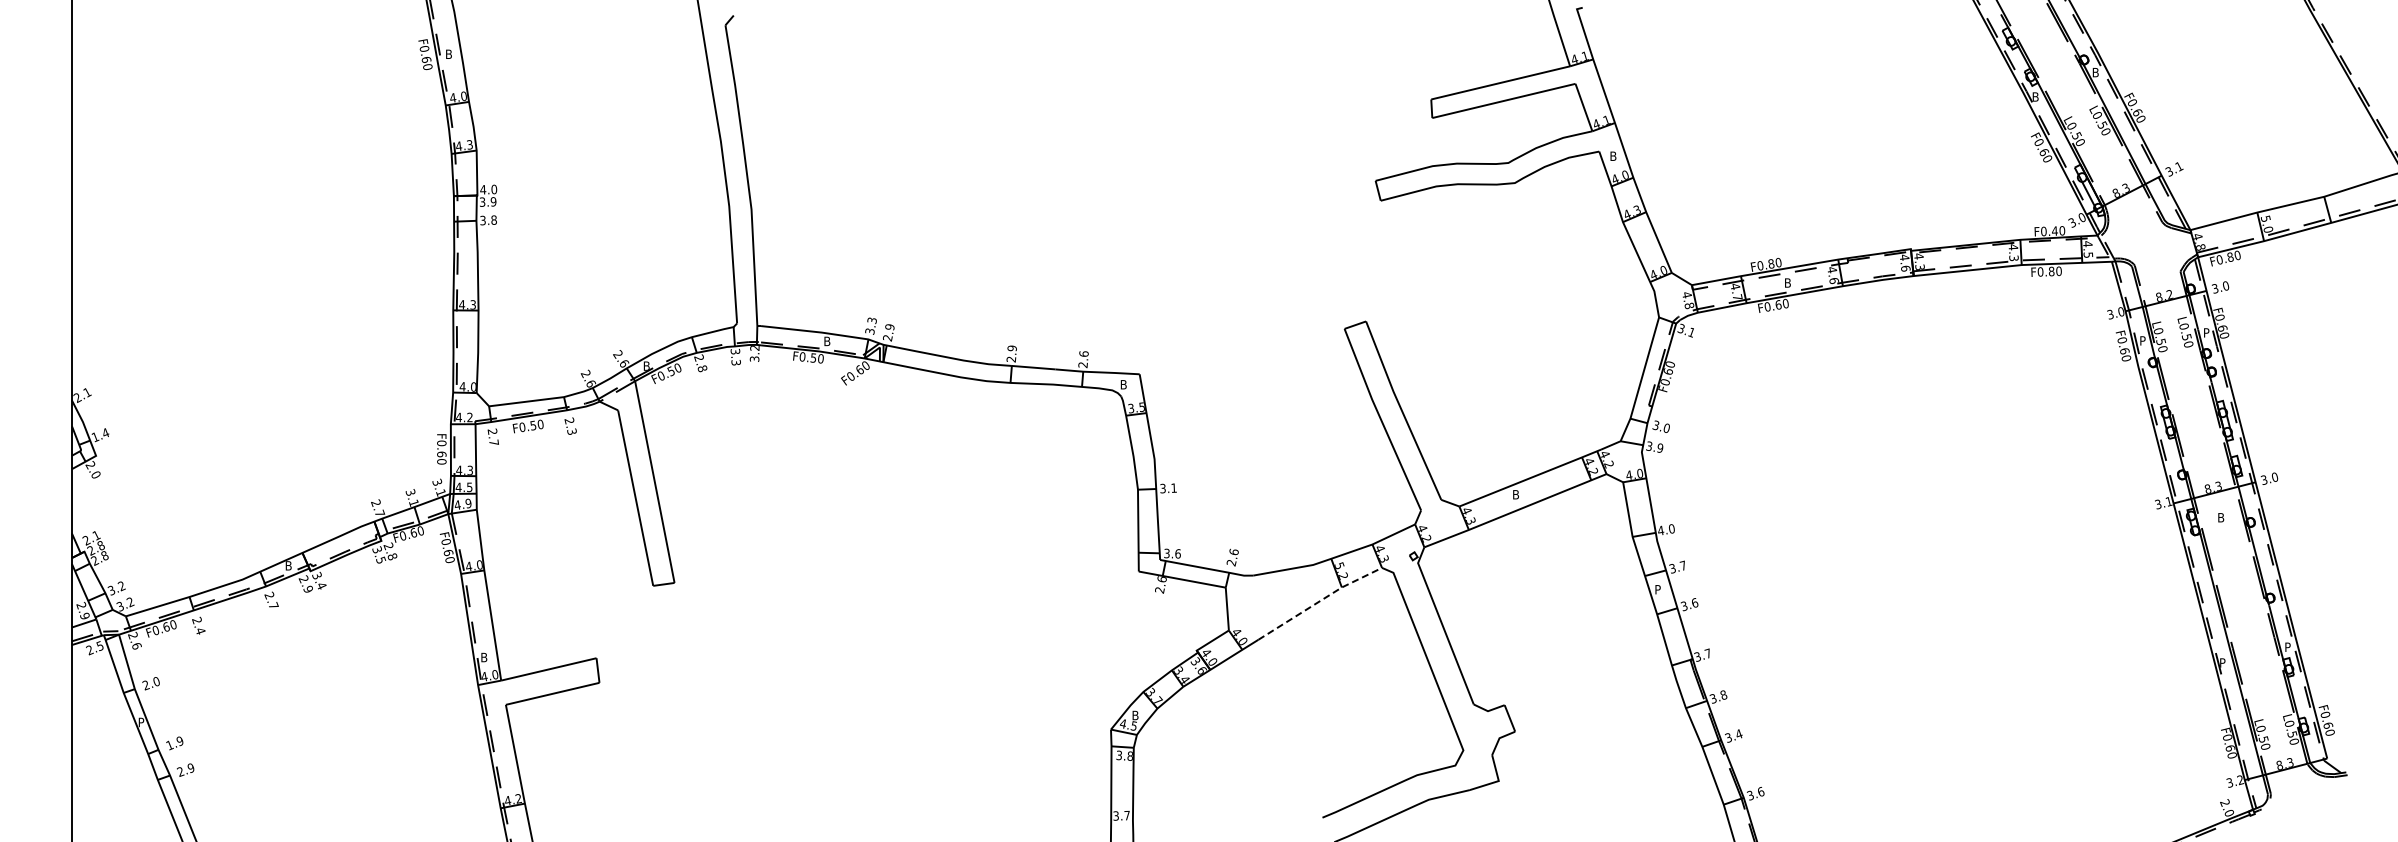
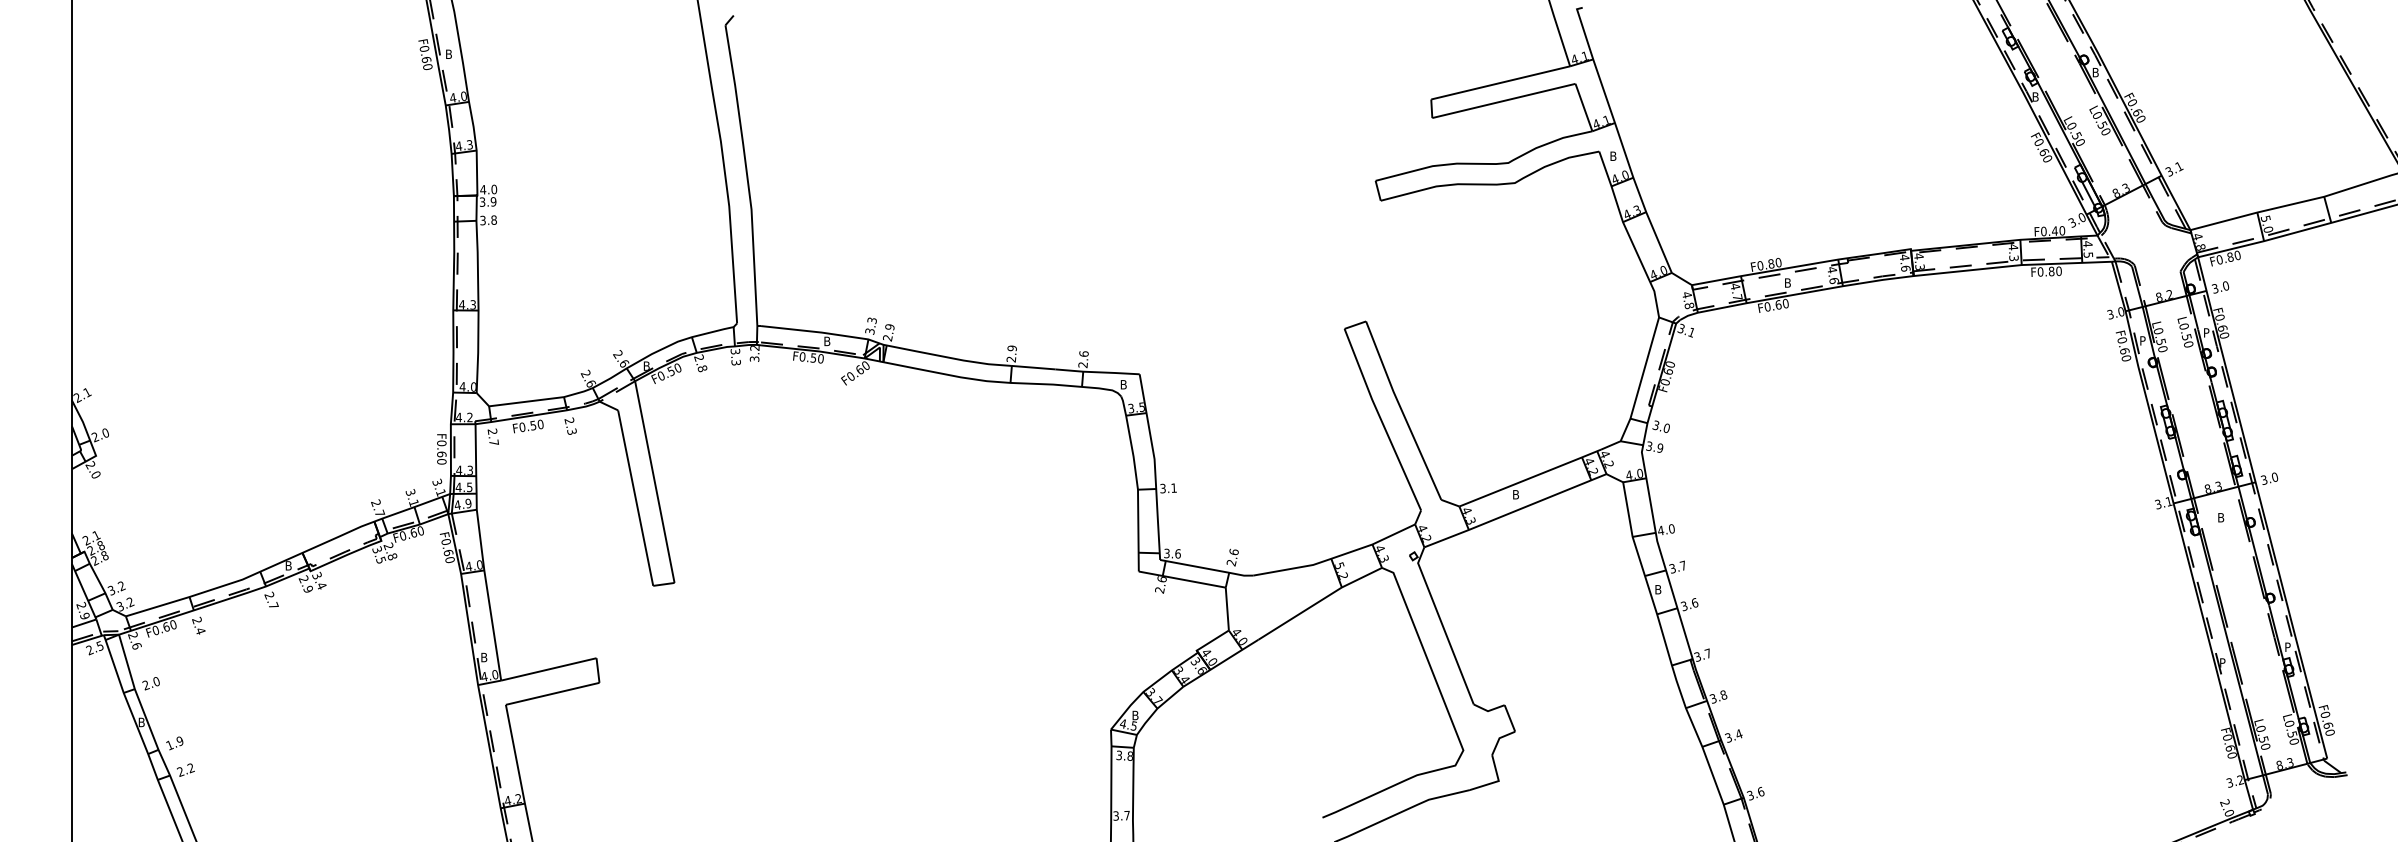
text at (100, 435): 1.4 -> 2.0
text at (1658, 589): P -> B
line at (1319, 601): dashed -> solid
text at (142, 722): P -> B
text at (190, 768): 2.9 -> 2.2
